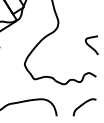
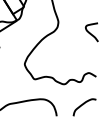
curve at (90, 45) position: (90, 45) -> (90, 32)
